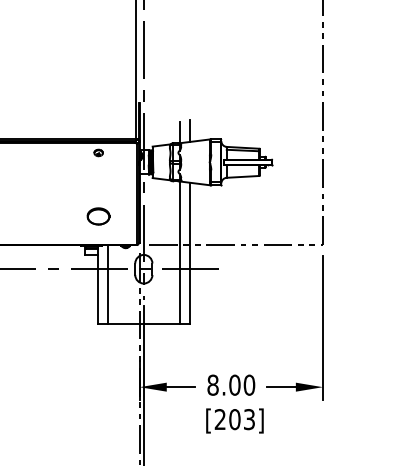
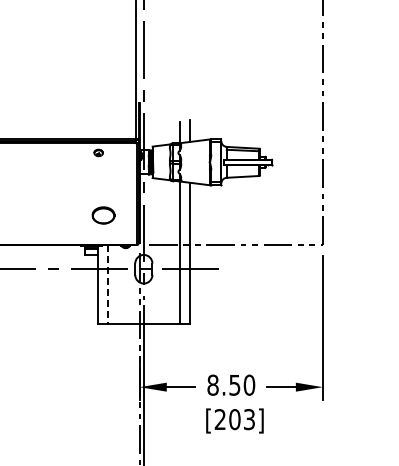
part at (98, 216) position: (98, 216) -> (103, 215)
line at (108, 284): solid -> dashed
text at (234, 384): 8.00 -> 8.50
